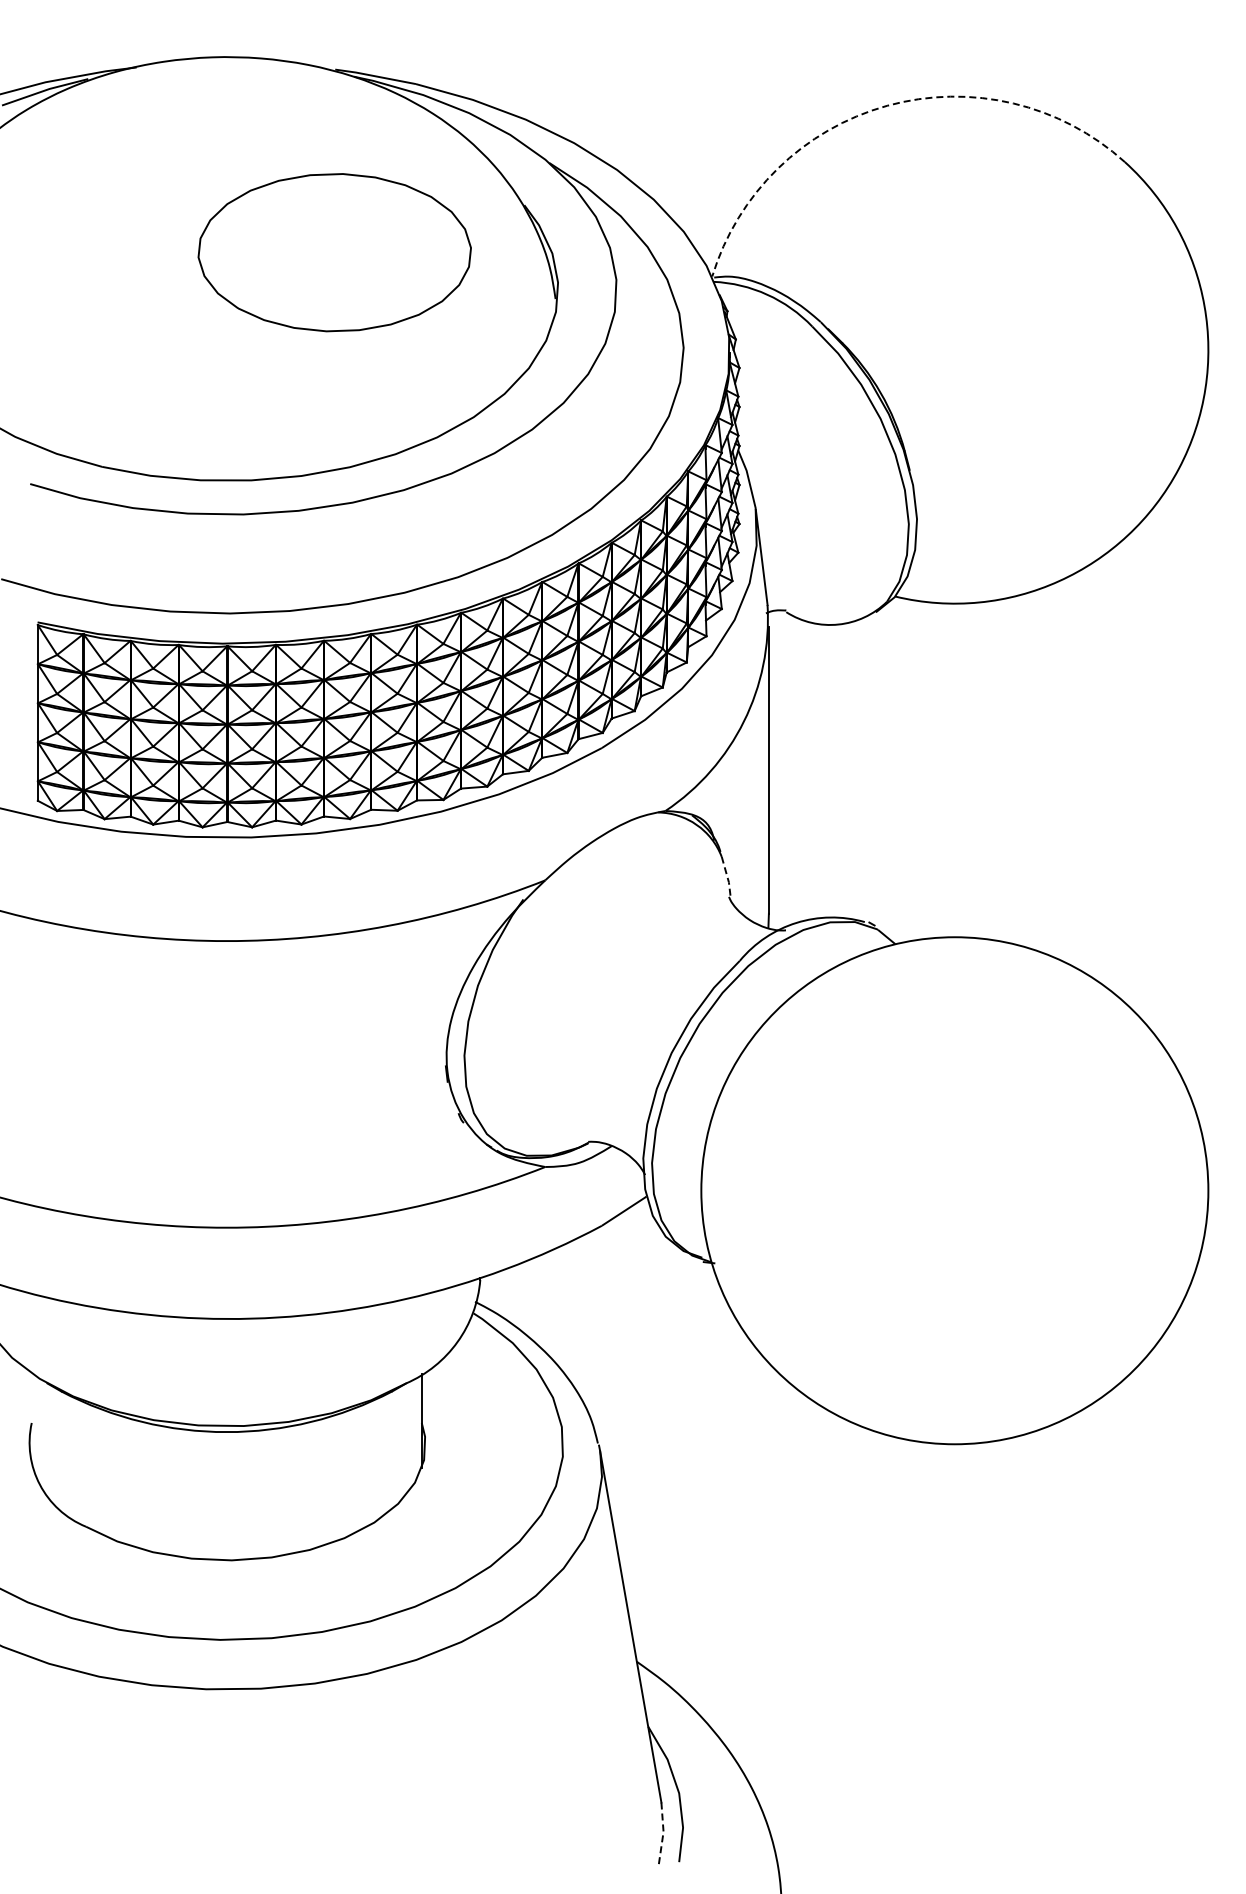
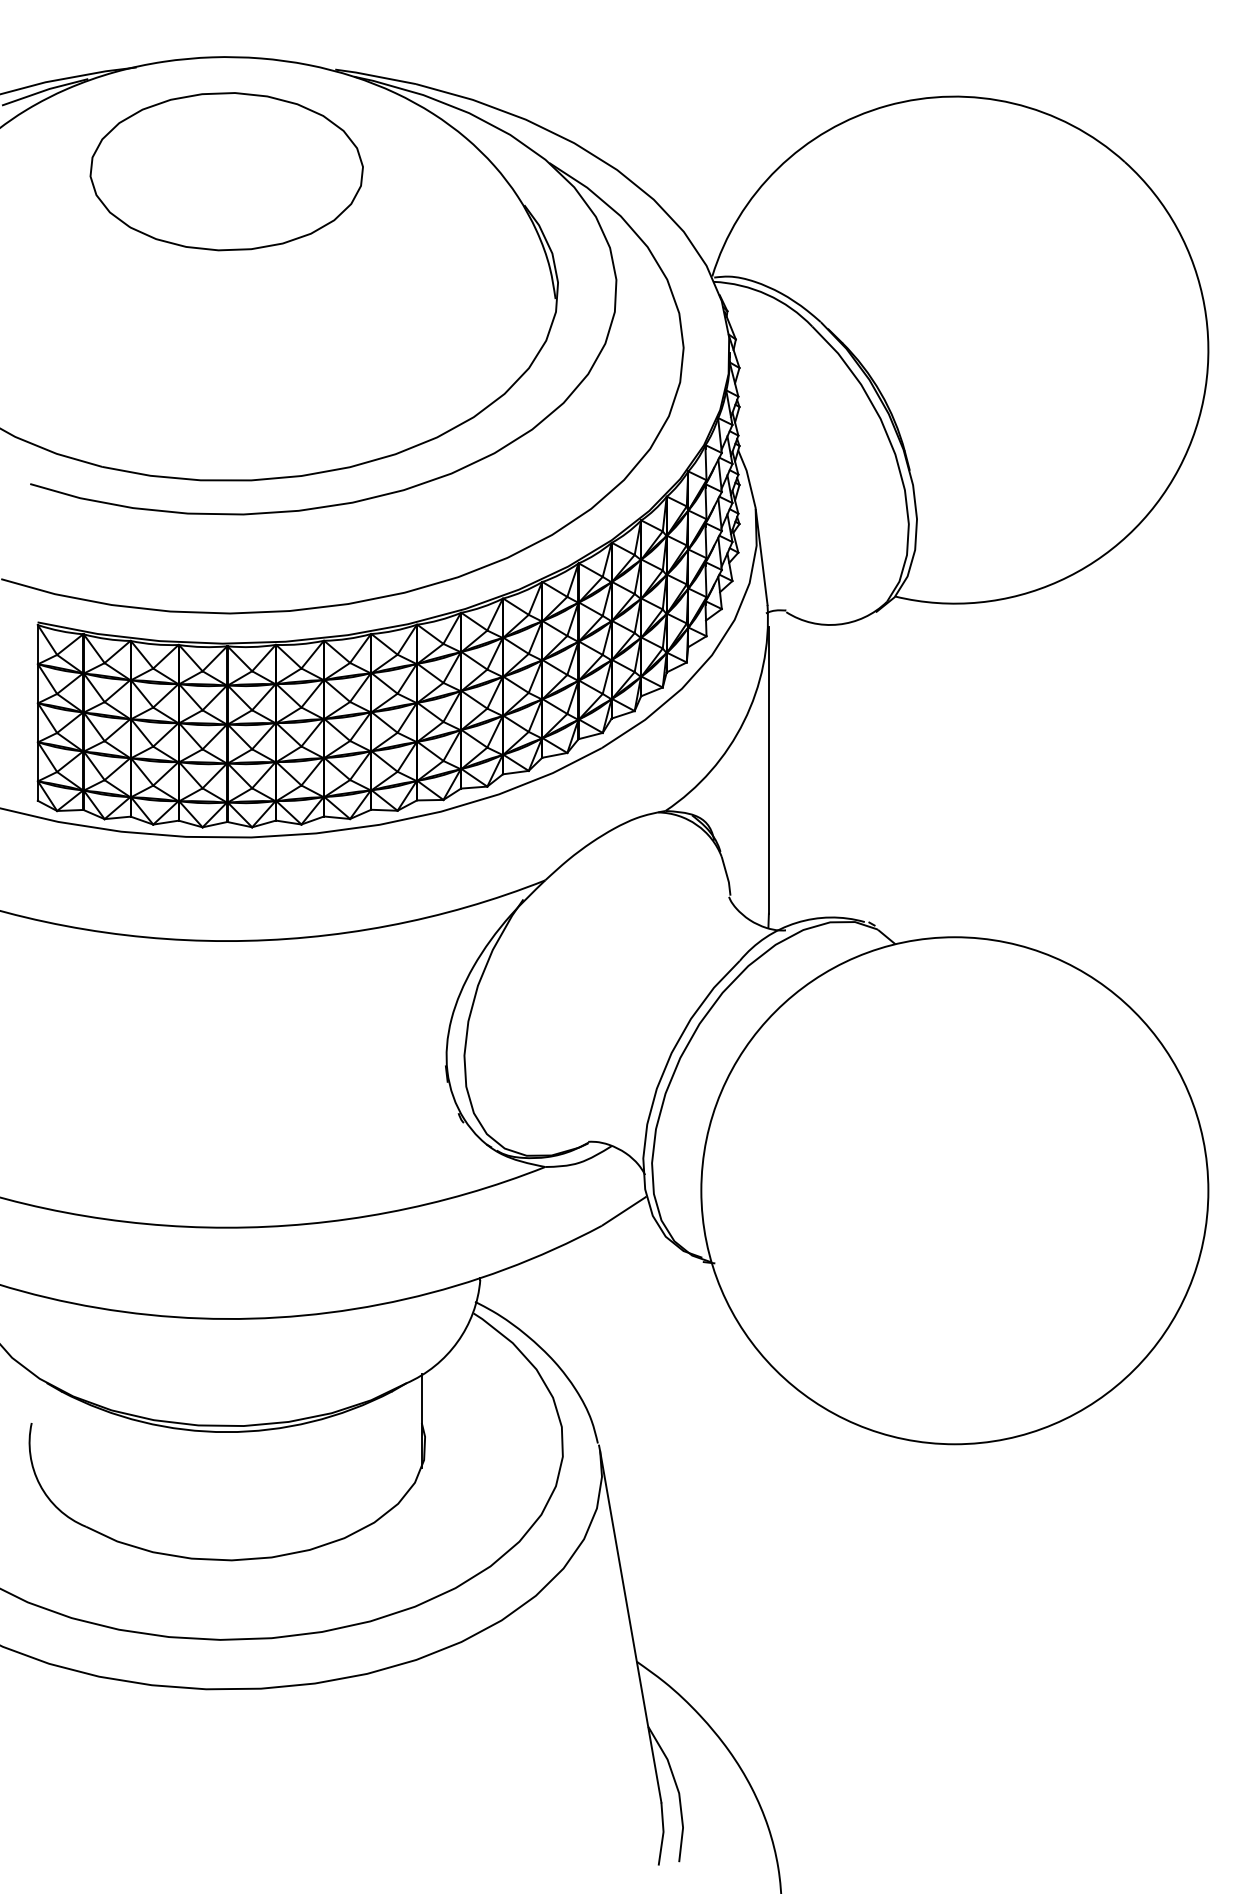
arc at (887, 105): dashed -> solid
part at (334, 252) position: (334, 252) -> (226, 171)
line at (727, 876): dashed -> solid
line at (663, 1833): dashed -> solid
